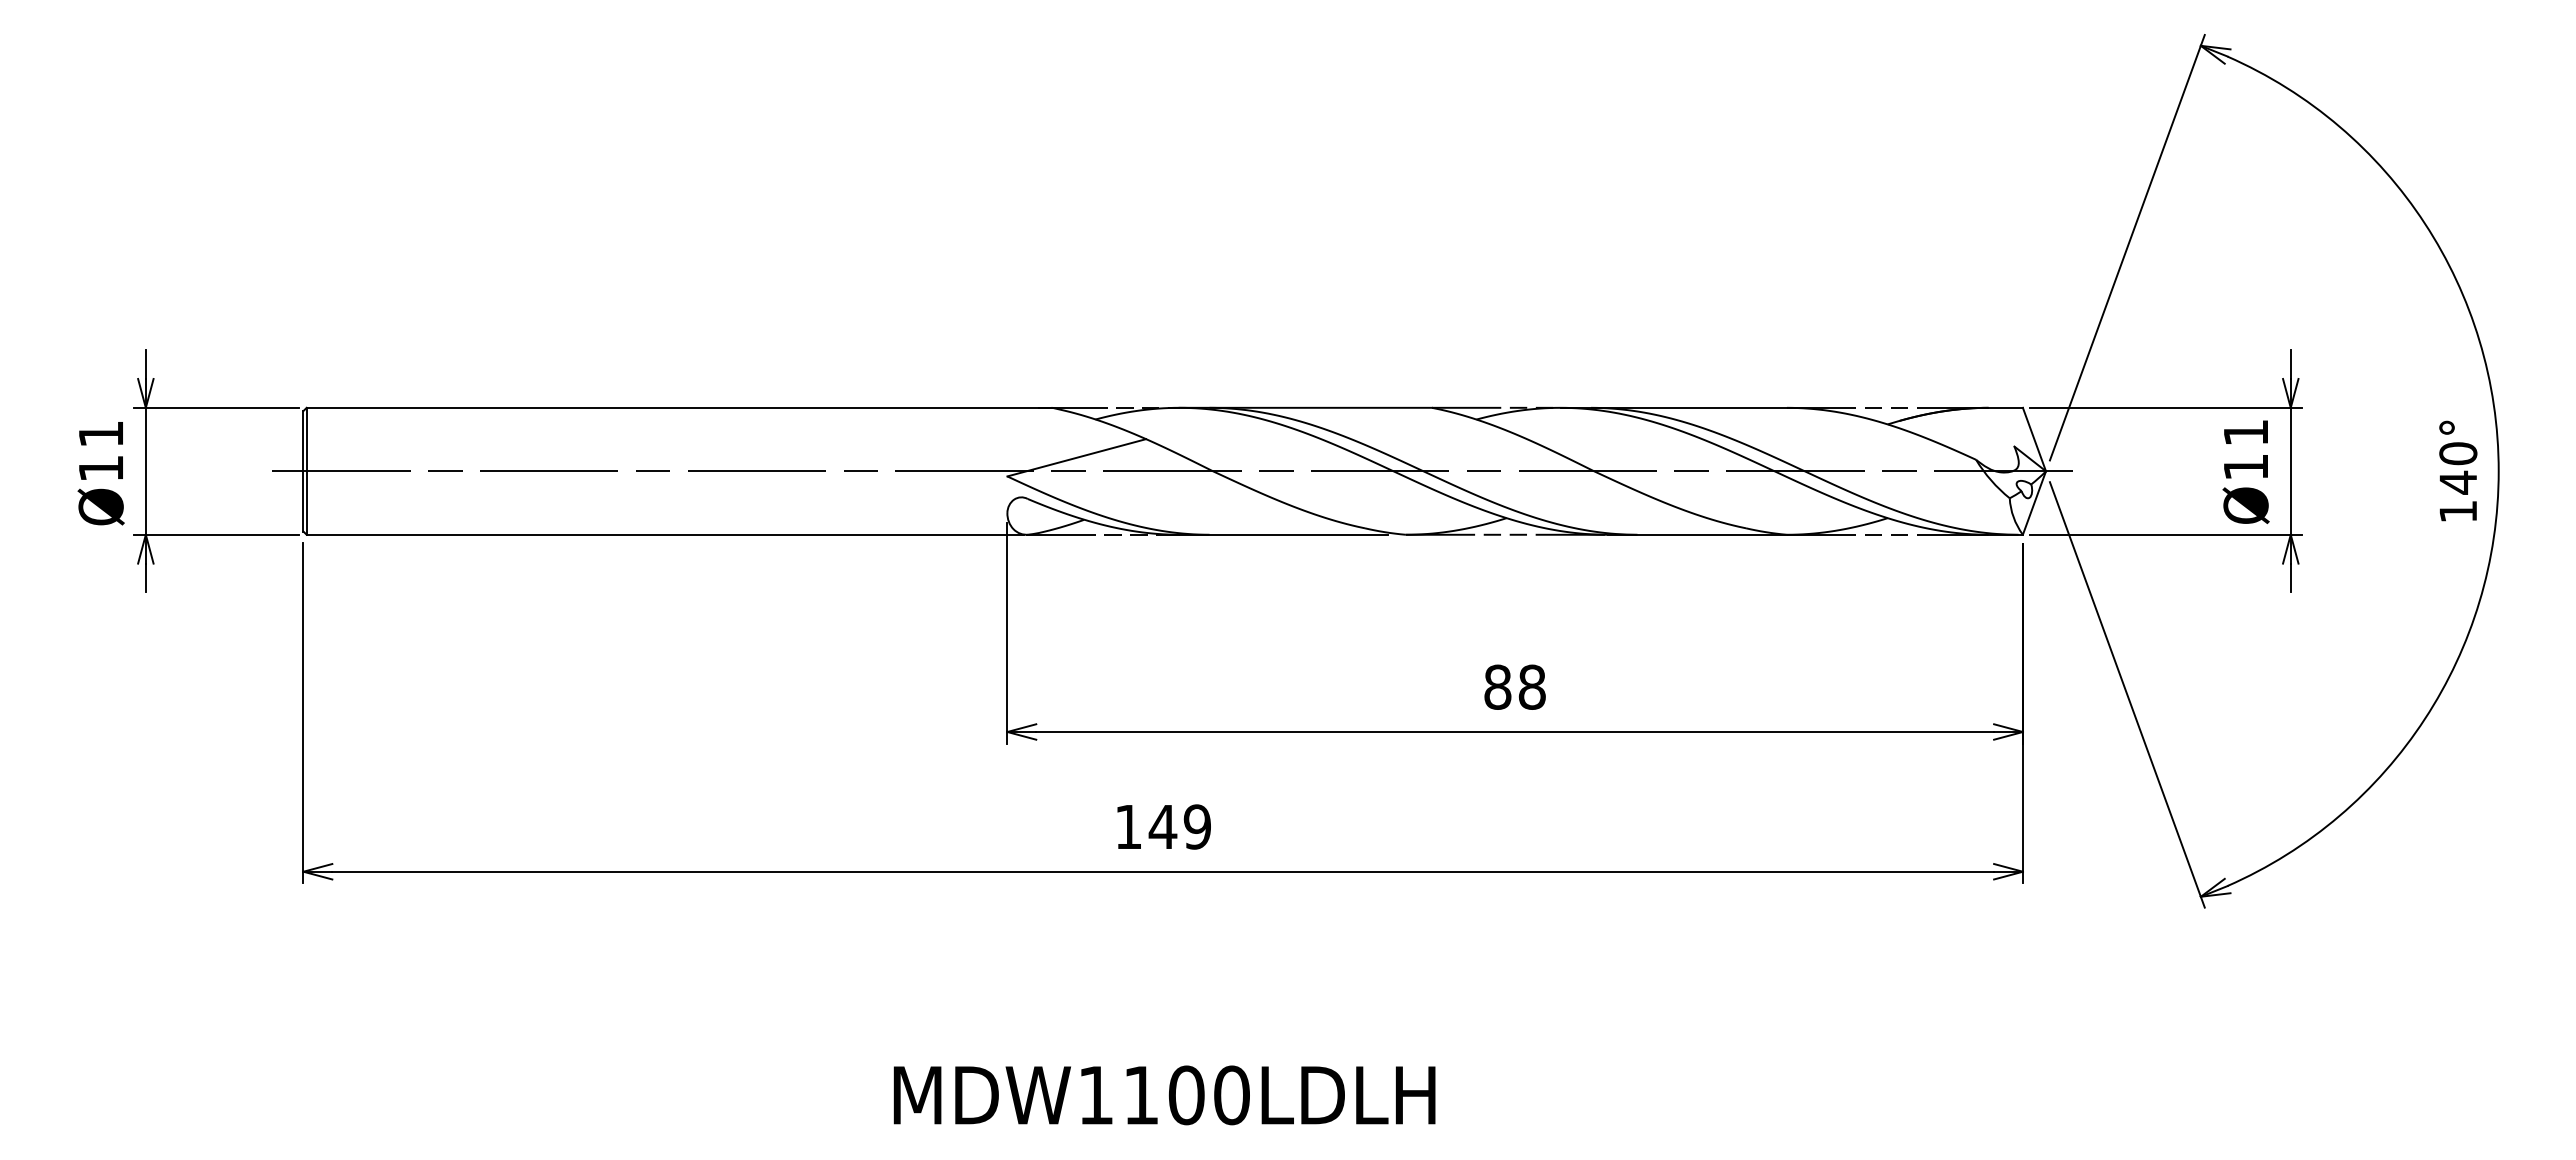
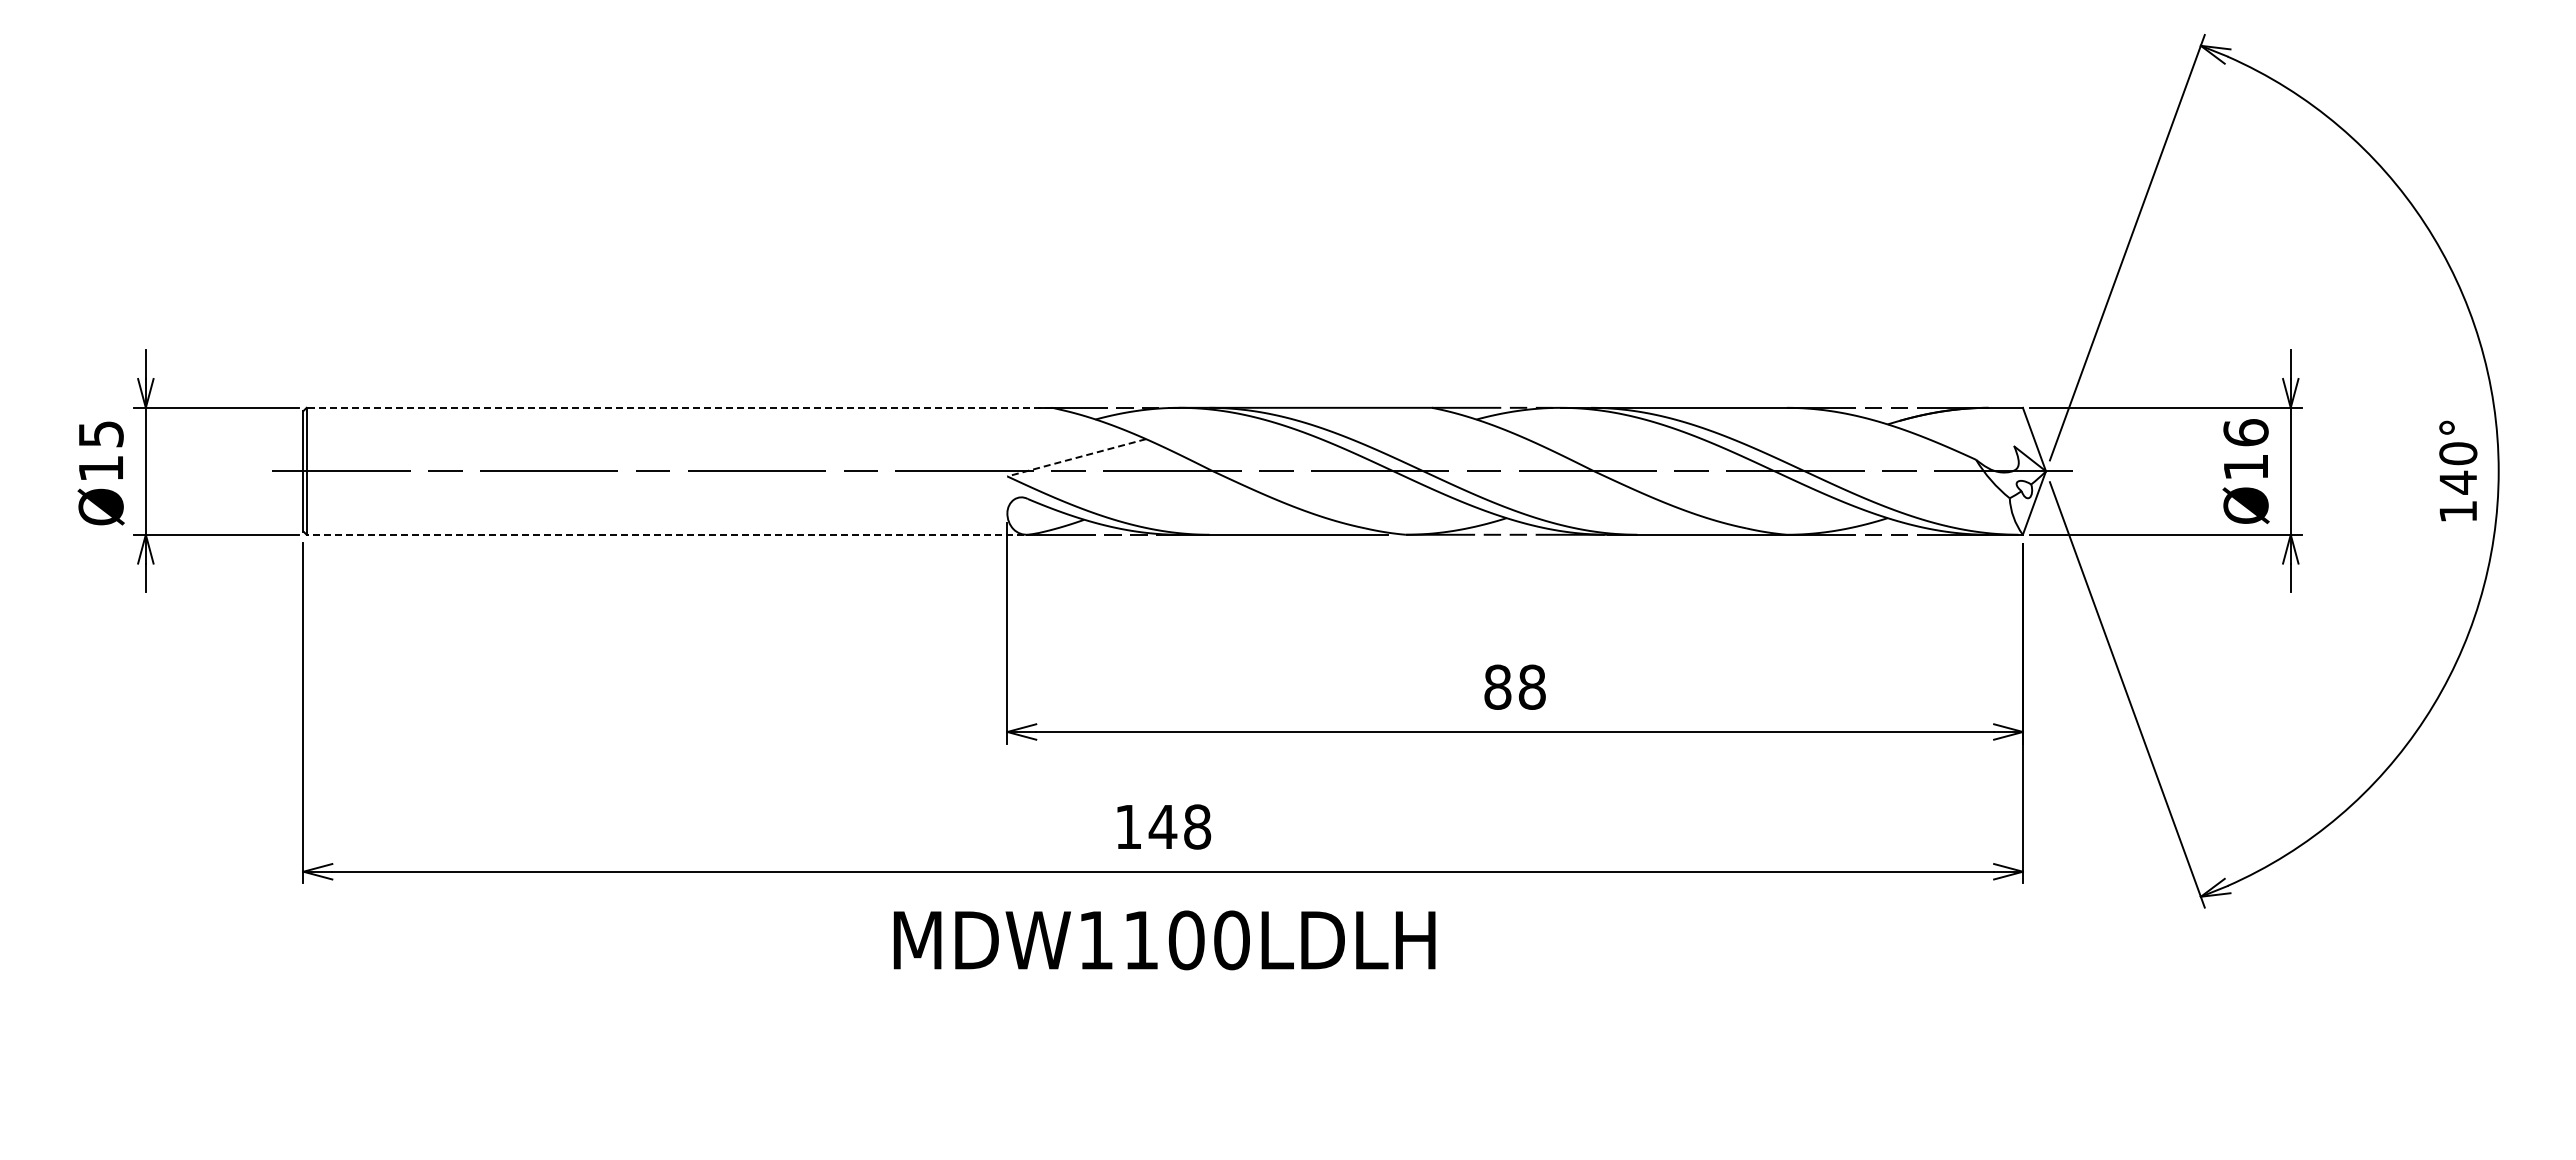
line at (678, 407): solid -> dashed
text at (2245, 432): Ø11 -> Ø16
text at (101, 434): Ø11 -> Ø15
line at (1076, 457): solid -> dashed
line at (665, 534): solid -> dashed
text at (1197, 826): 149 -> 148
text at (1164, 1095) position: (1164, 1095) -> (1164, 940)
